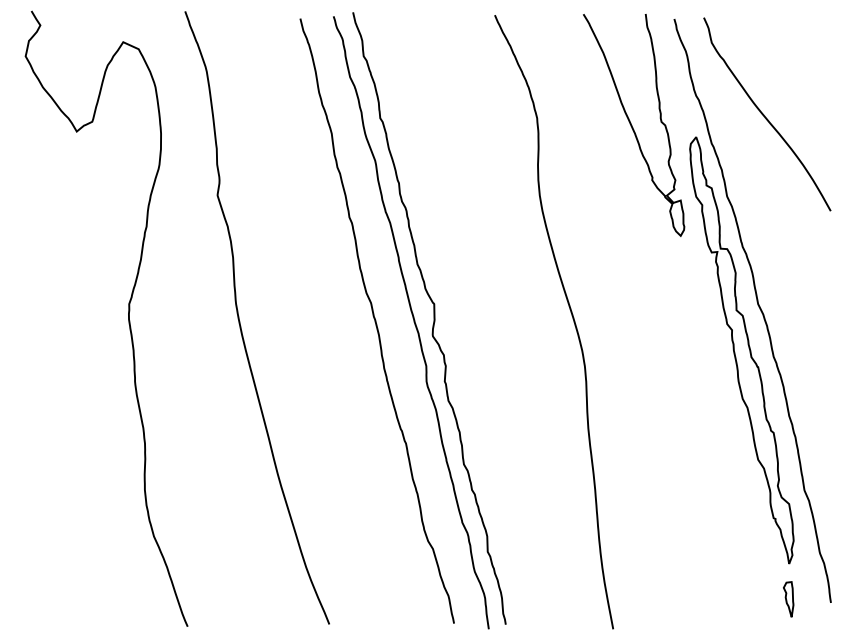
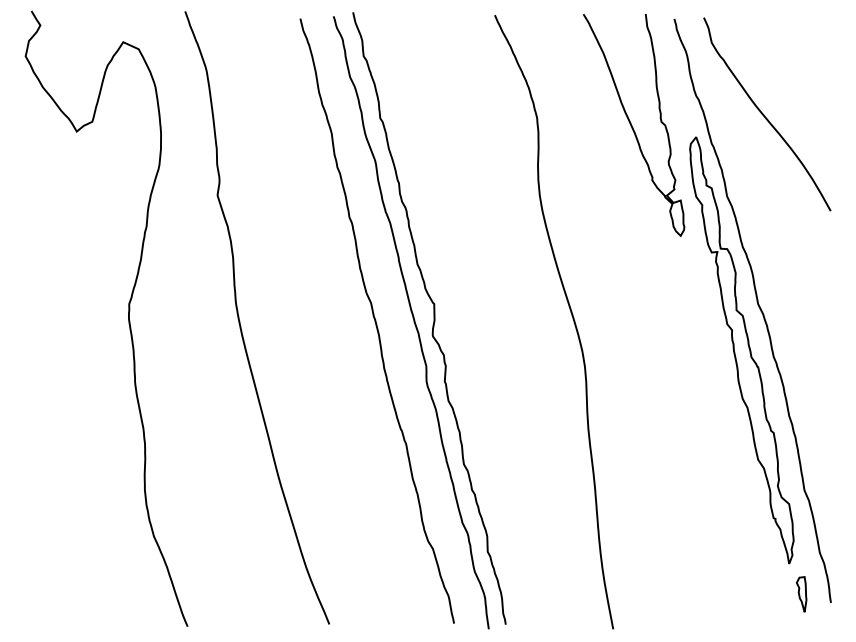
part at (788, 599) position: (788, 599) -> (801, 594)
